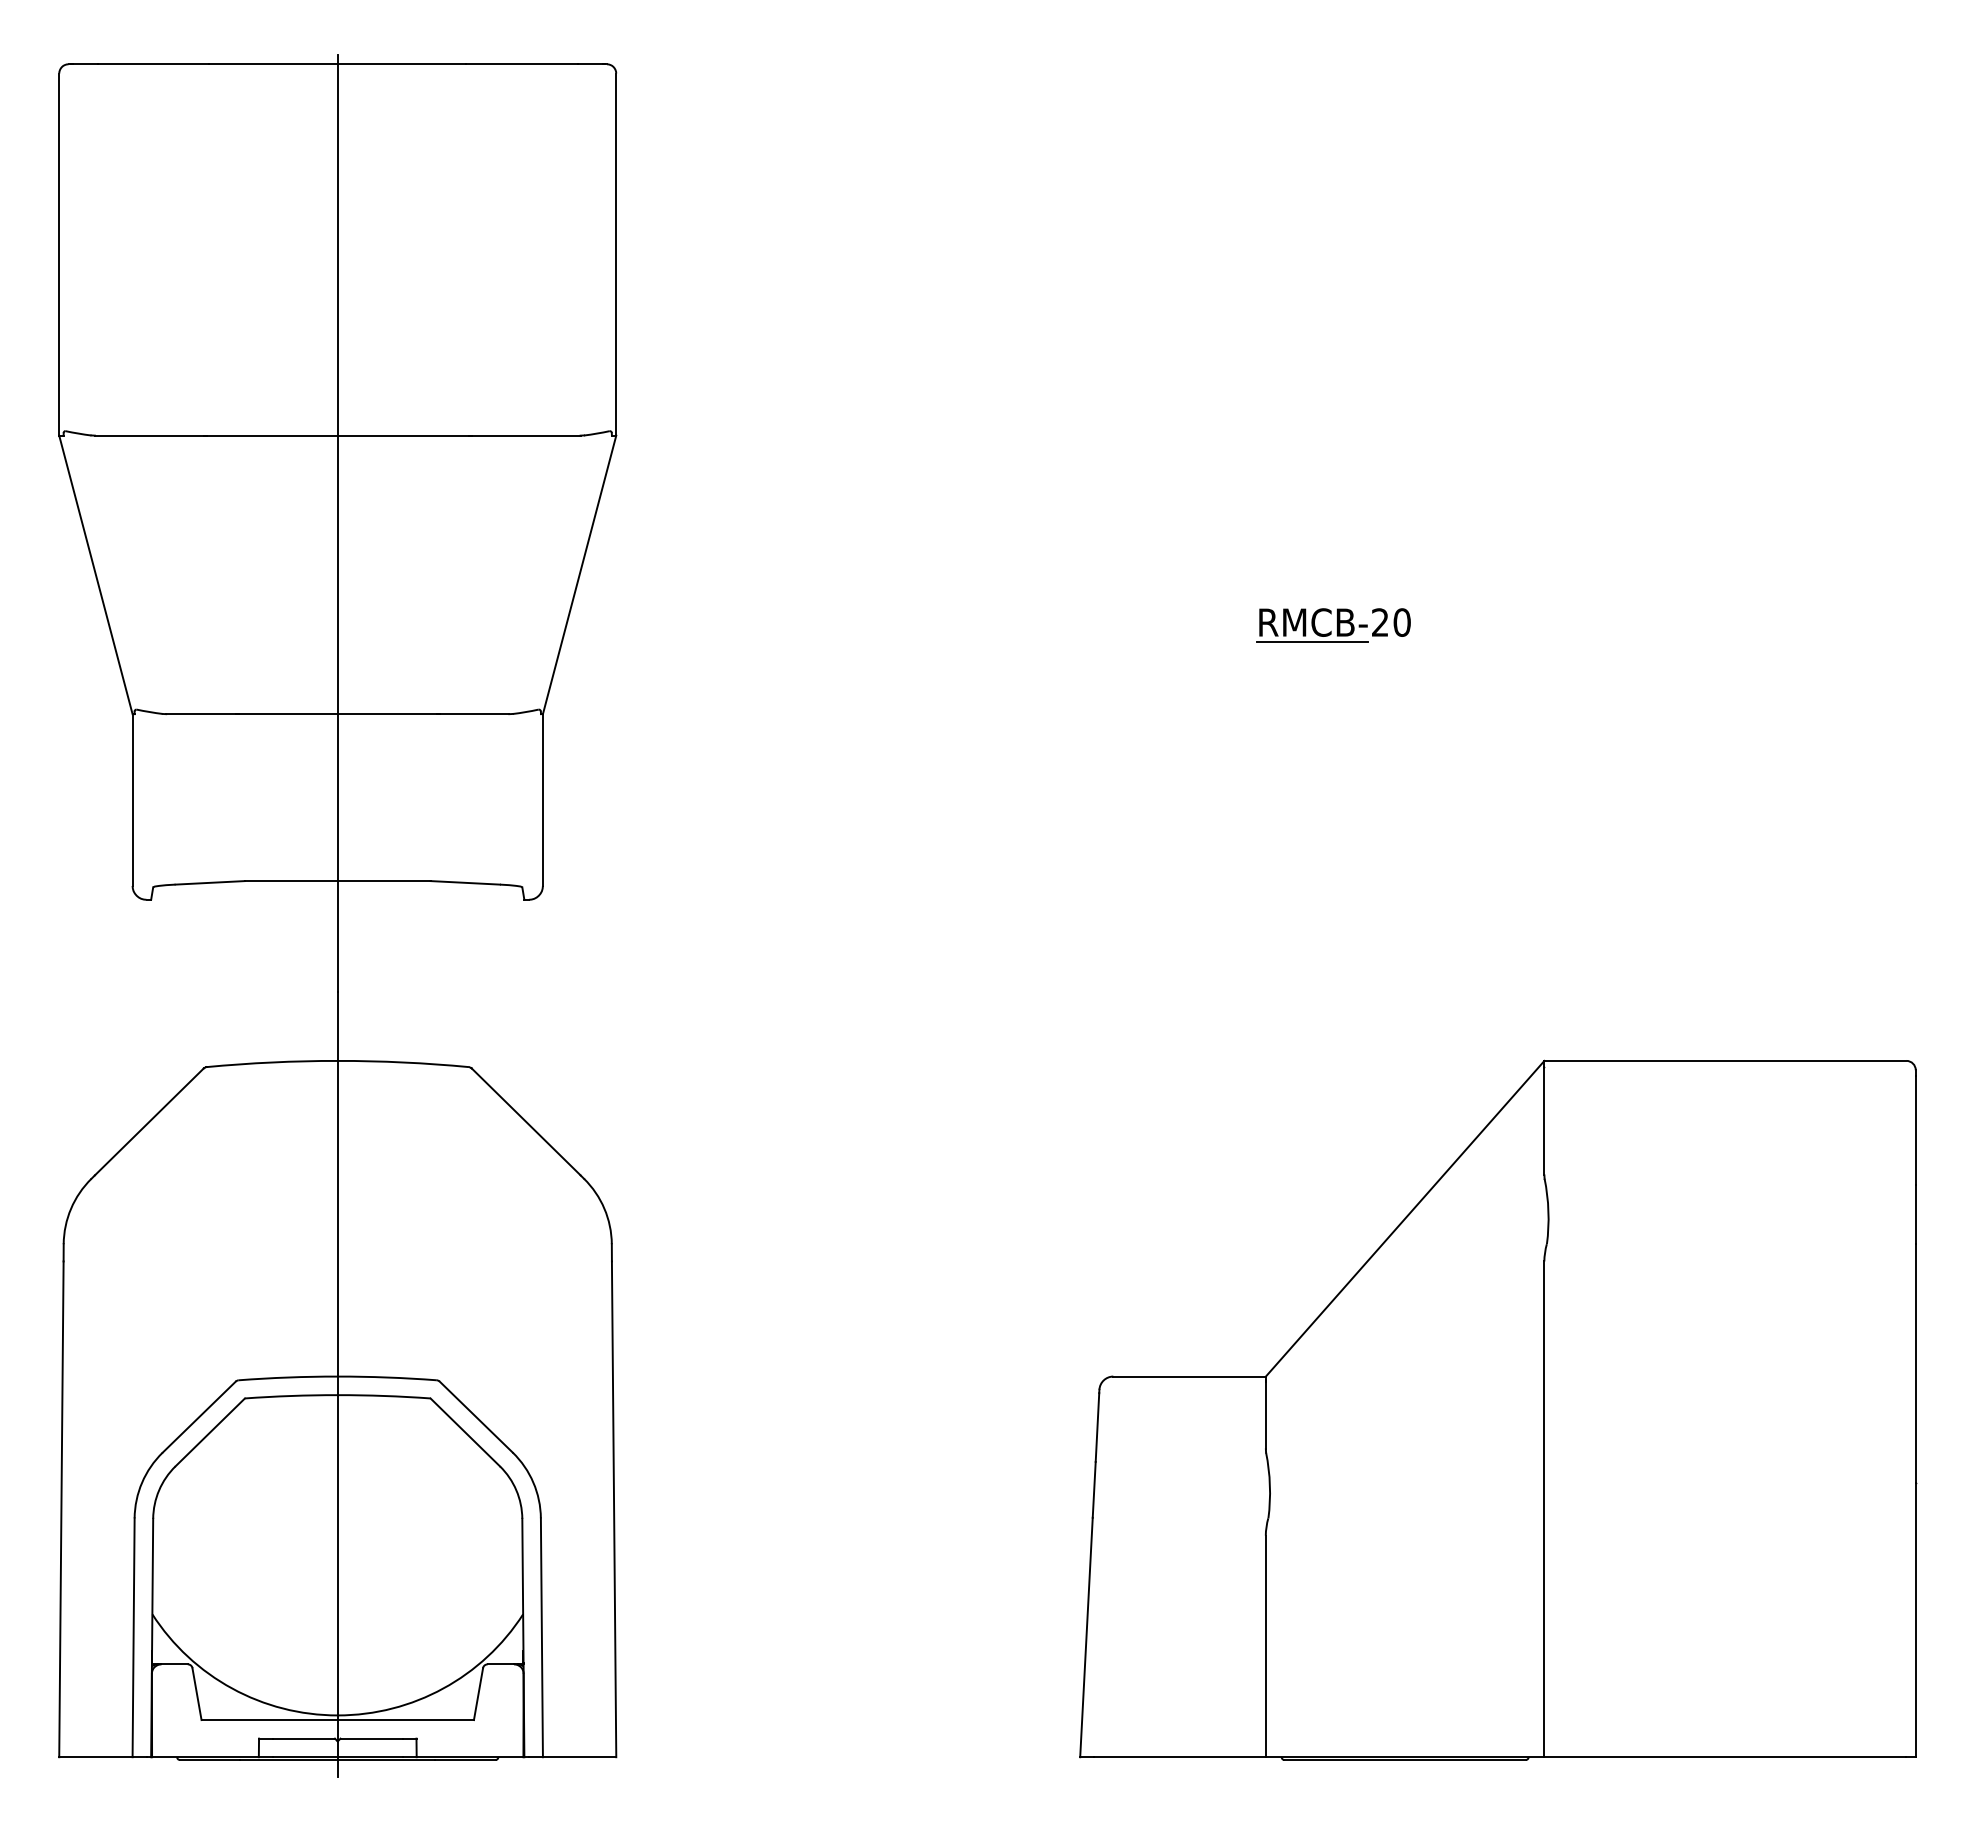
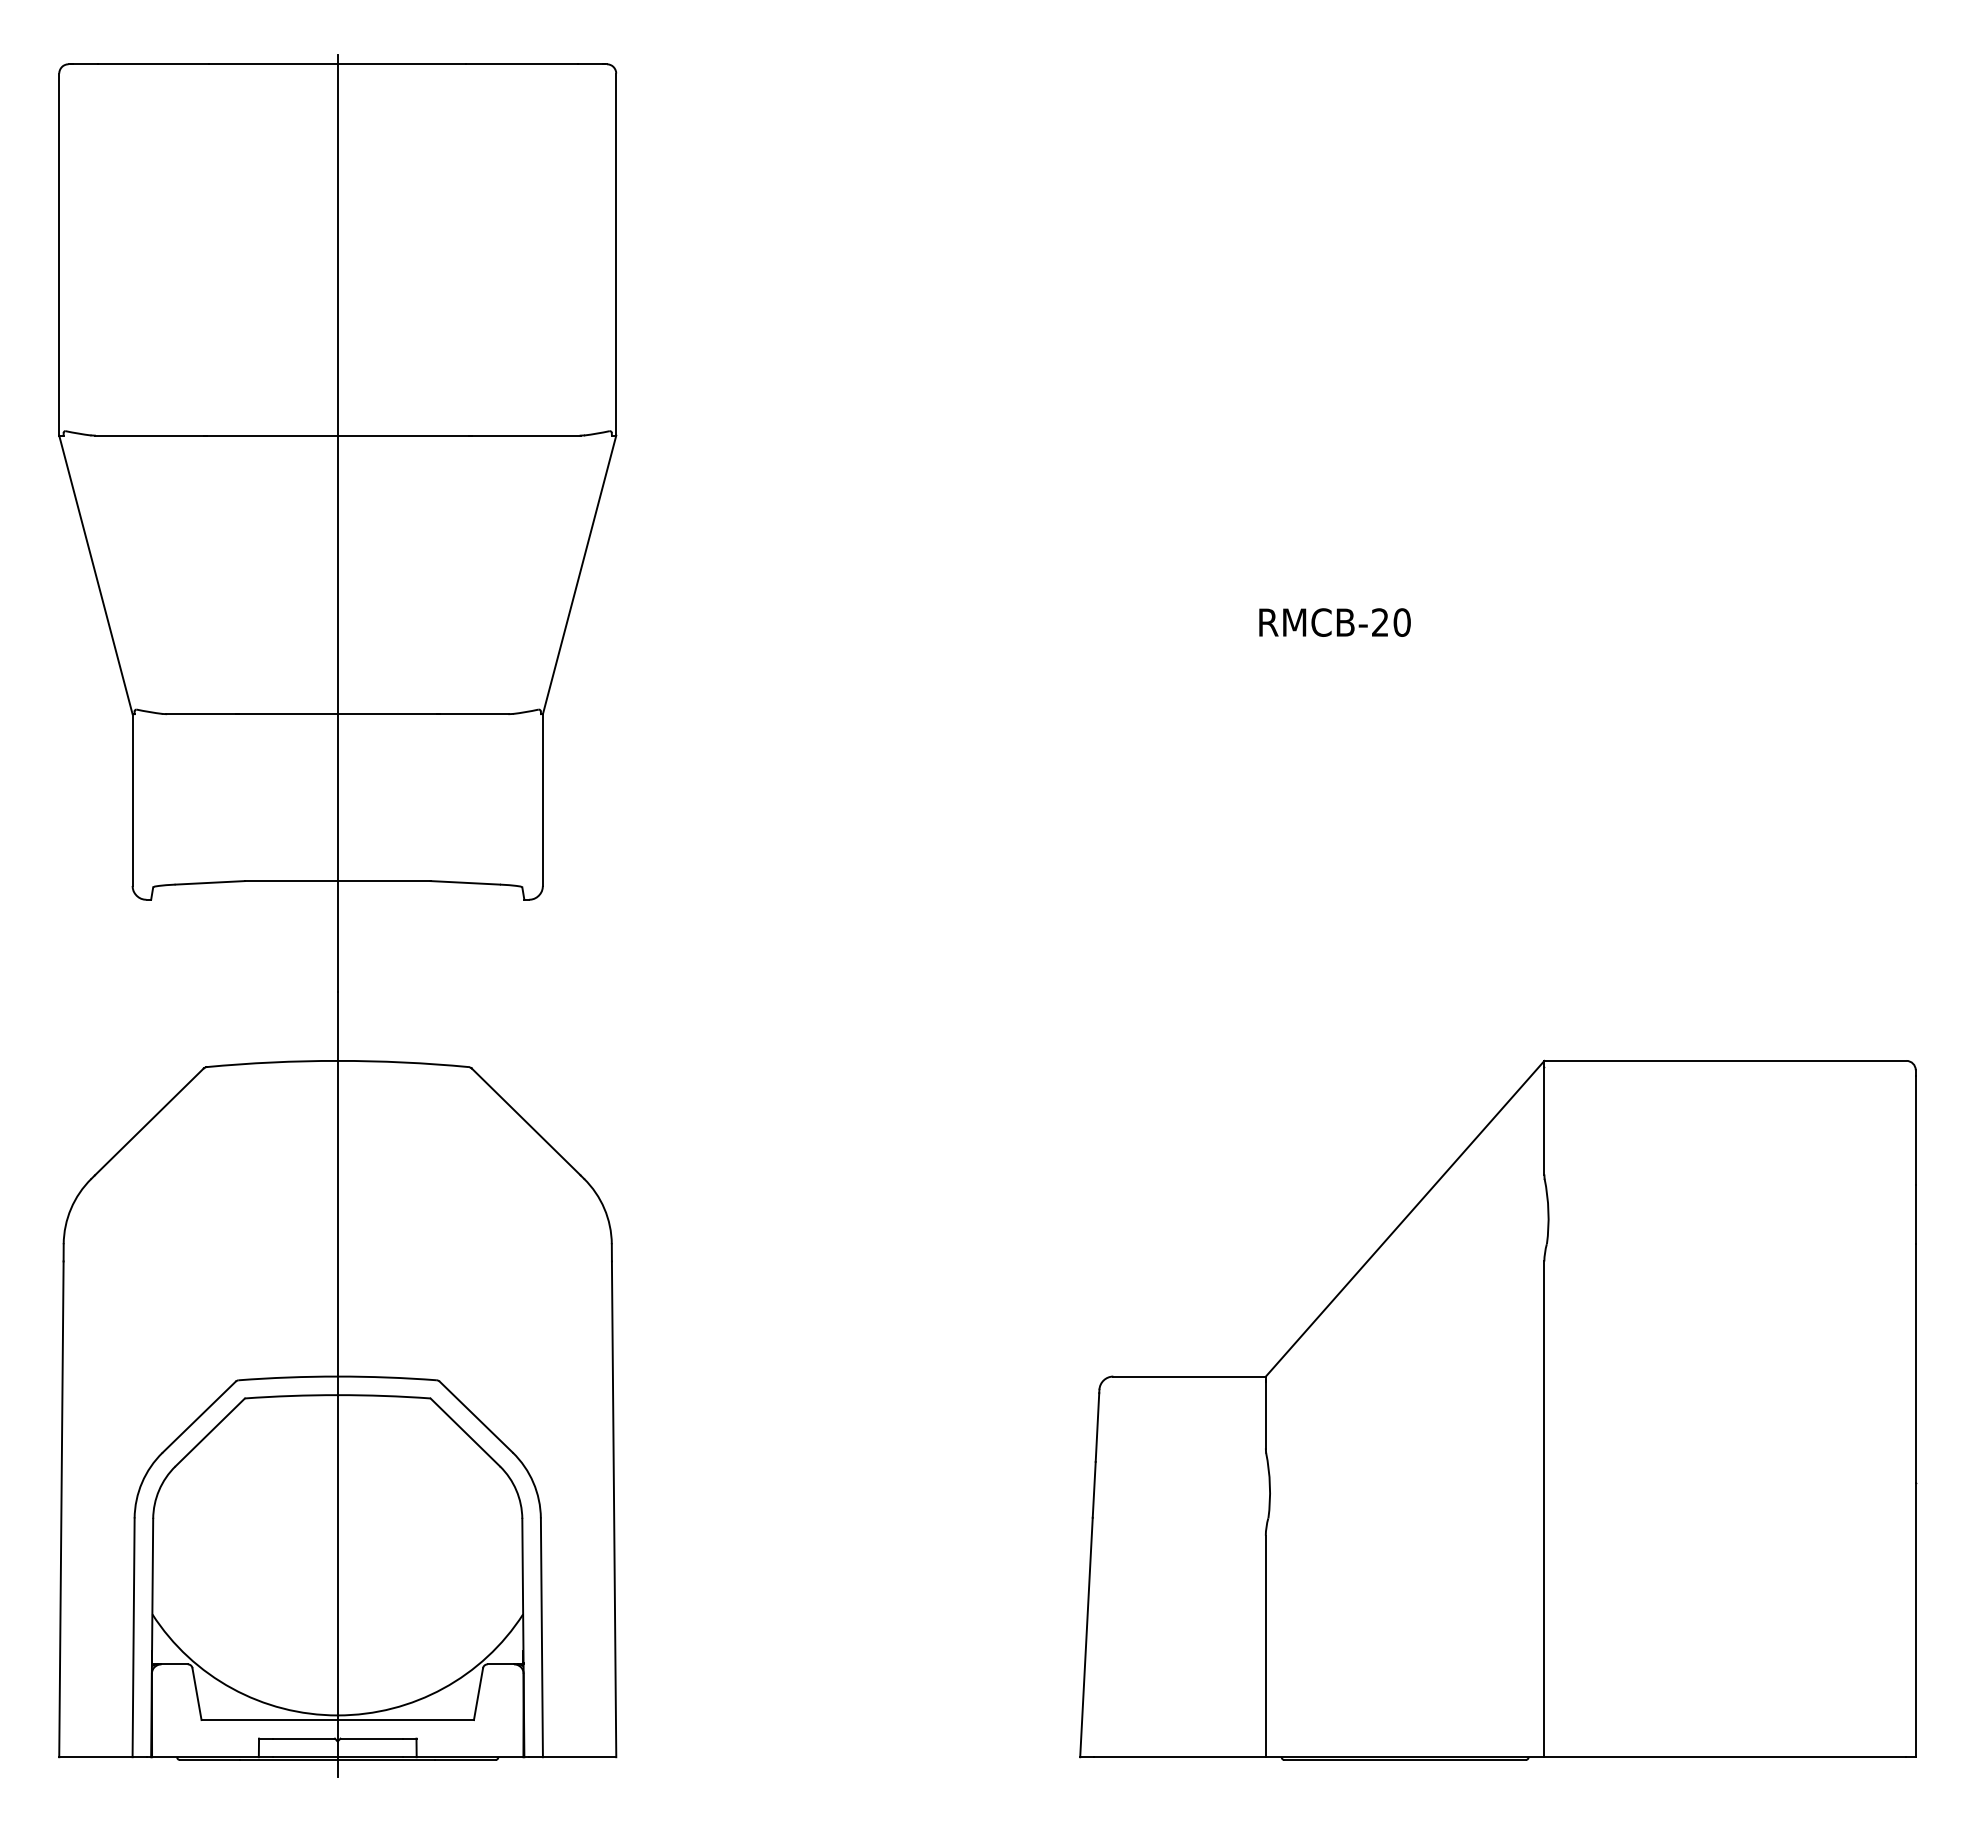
line at (1312, 641): present -> none
